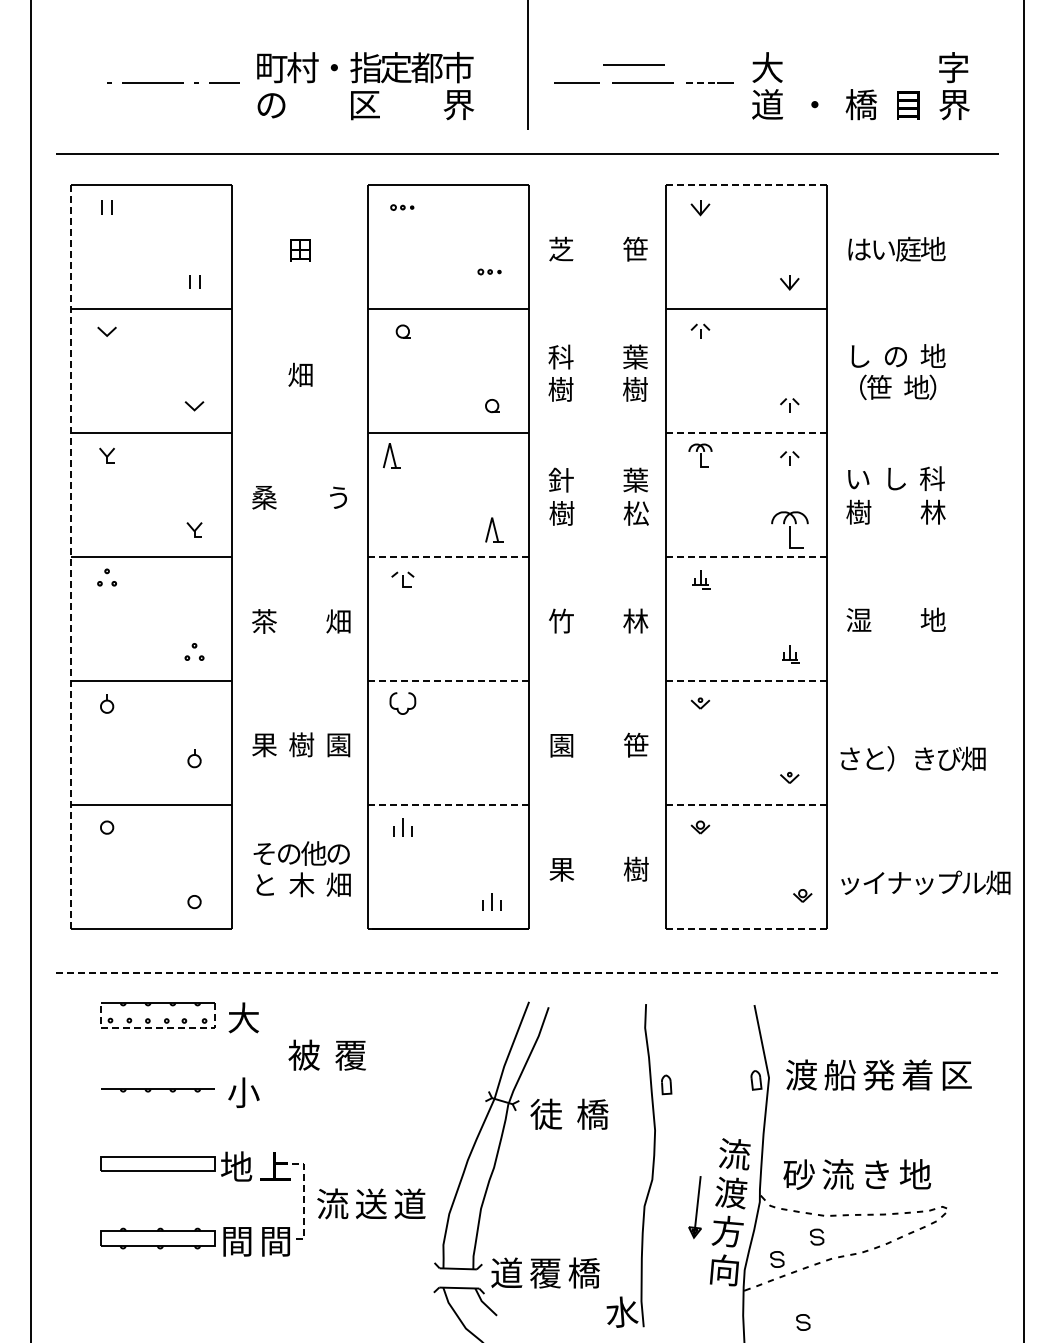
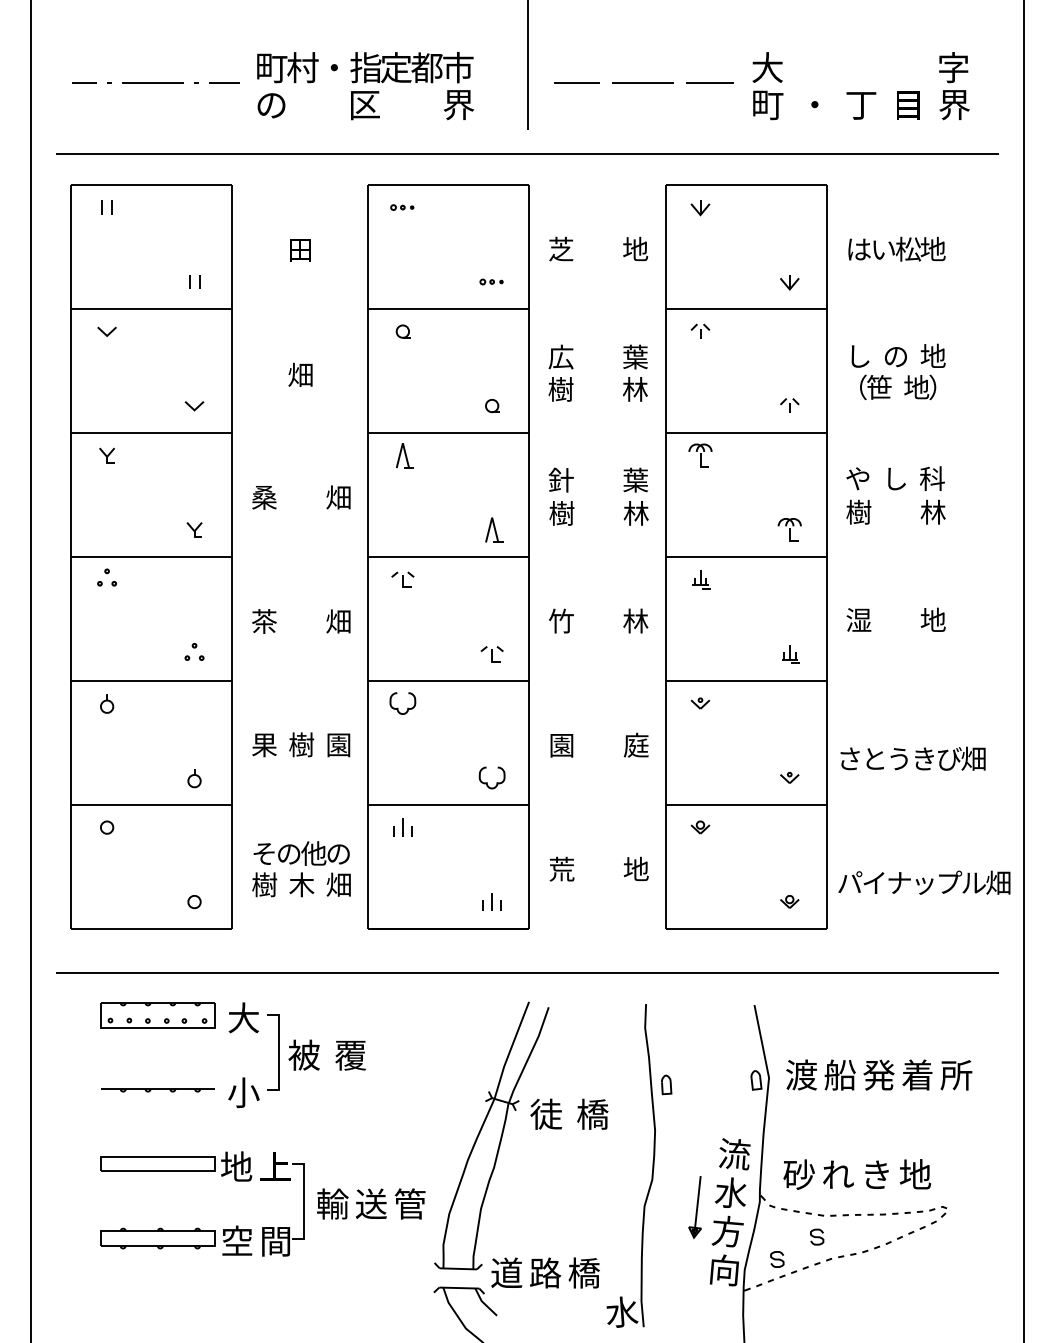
line at (633, 64): present -> none
line at (84, 82): none -> present
line at (701, 83): dashed -> solid
text at (767, 104): 道 -> 町
text at (860, 104): 橋 -> 丁
line at (746, 185): dashed -> solid
text at (635, 248): 笹 -> 地
text at (907, 248): 庭 -> 松
part at (489, 271) position: (489, 271) -> (491, 281)
text at (560, 356): 科 -> 広
text at (635, 389): 樹 -> 林
line at (746, 433): dashed -> solid
part at (391, 455) position: (391, 455) -> (404, 455)
part at (789, 458): present -> none
text at (857, 478): い -> や
text at (338, 497): う -> 畑
text at (636, 513): 松 -> 林
part at (789, 529) size: 38x38 px -> 25x24 px
line at (70, 556): dashed -> solid
line at (448, 557): dashed -> solid
line at (746, 557): dashed -> solid
part at (491, 654): none -> present
line at (448, 681): dashed -> solid
line at (746, 681): dashed -> solid
text at (635, 744): 笹 -> 庭
part at (194, 758) position: (194, 758) -> (194, 778)
text at (897, 758): ） -> う
curve at (487, 782): none -> present
line at (448, 805): dashed -> solid
line at (746, 805): dashed -> solid
text at (561, 868): 果 -> 荒
text at (635, 868): 樹 -> 地
text at (850, 882): ッ -> パ
text at (264, 884): と -> 樹
part at (802, 895) position: (802, 895) -> (789, 901)
line at (746, 929): dashed -> solid
line at (527, 972): dashed -> solid
line at (157, 1027): dashed -> solid
line at (278, 1052): none -> present
text at (956, 1075): 区 -> 所
text at (837, 1174): 流 -> れ
text at (730, 1192): 渡 -> 水
line at (304, 1201): dashed -> solid
text at (332, 1203): 流 -> 輸
text at (409, 1203): 道 -> 管
text at (237, 1240): 間 -> 空
text at (545, 1272): 覆 -> 路
curve at (803, 1322): present -> none
